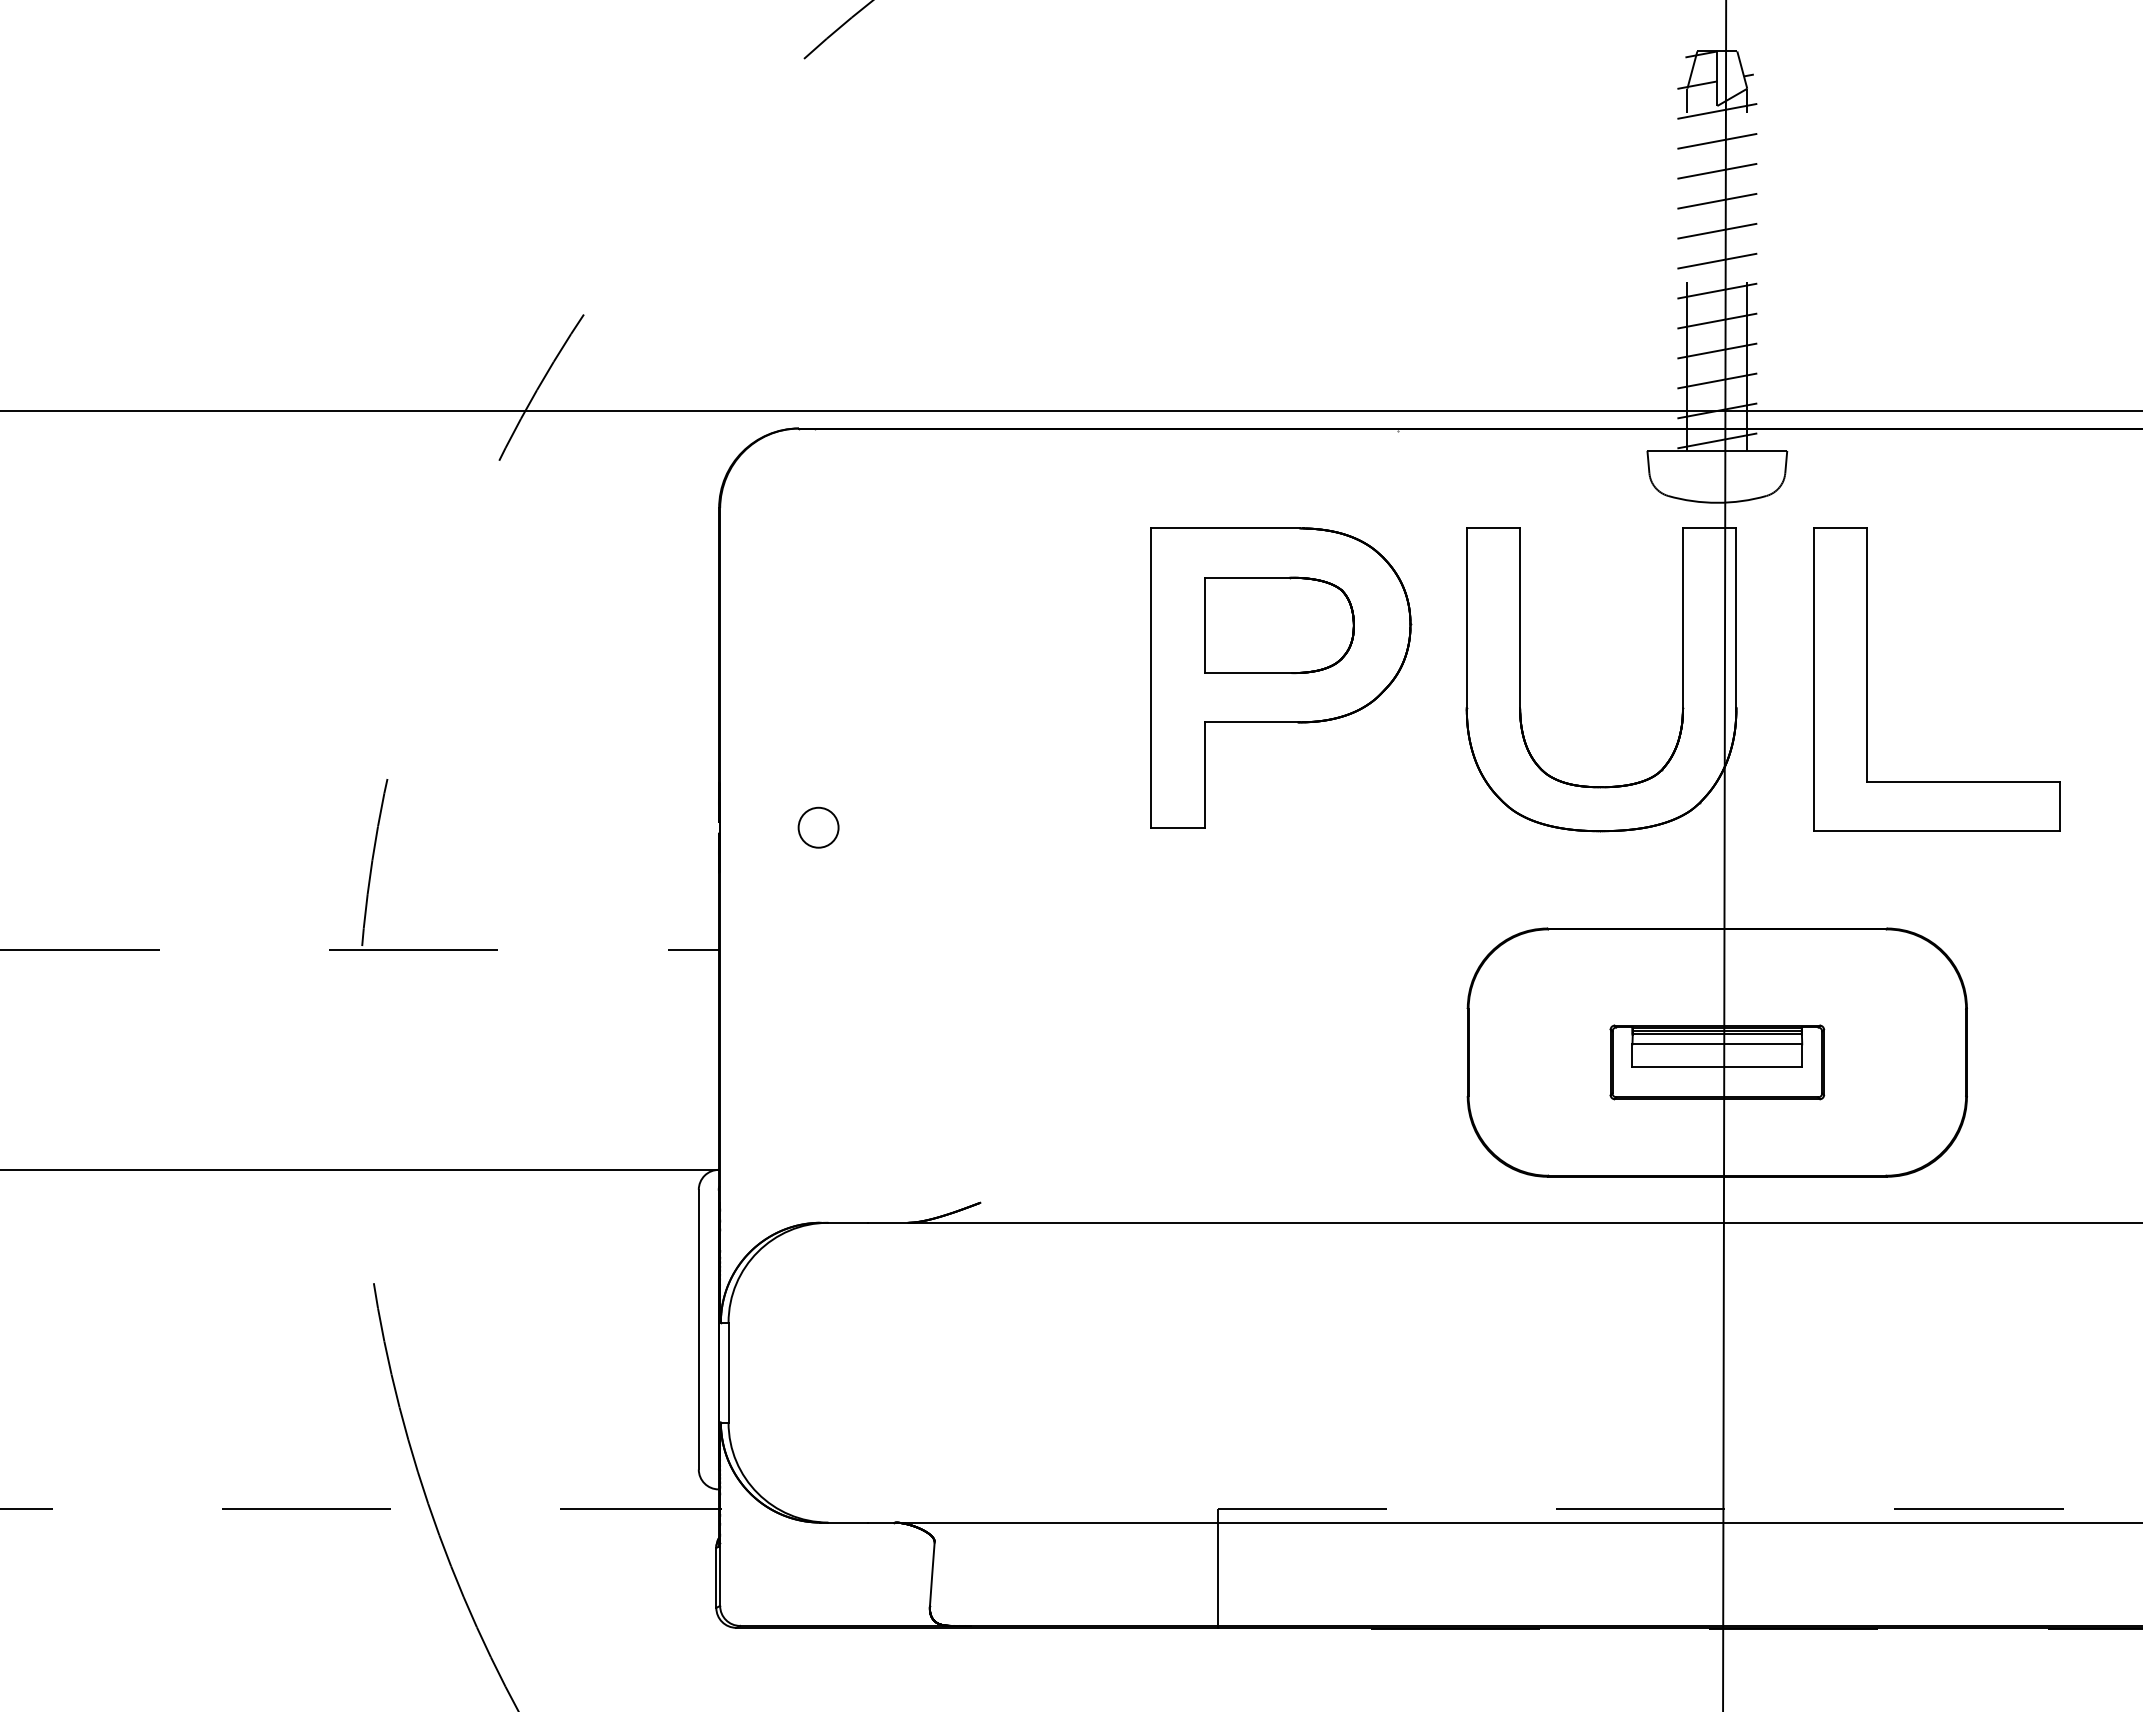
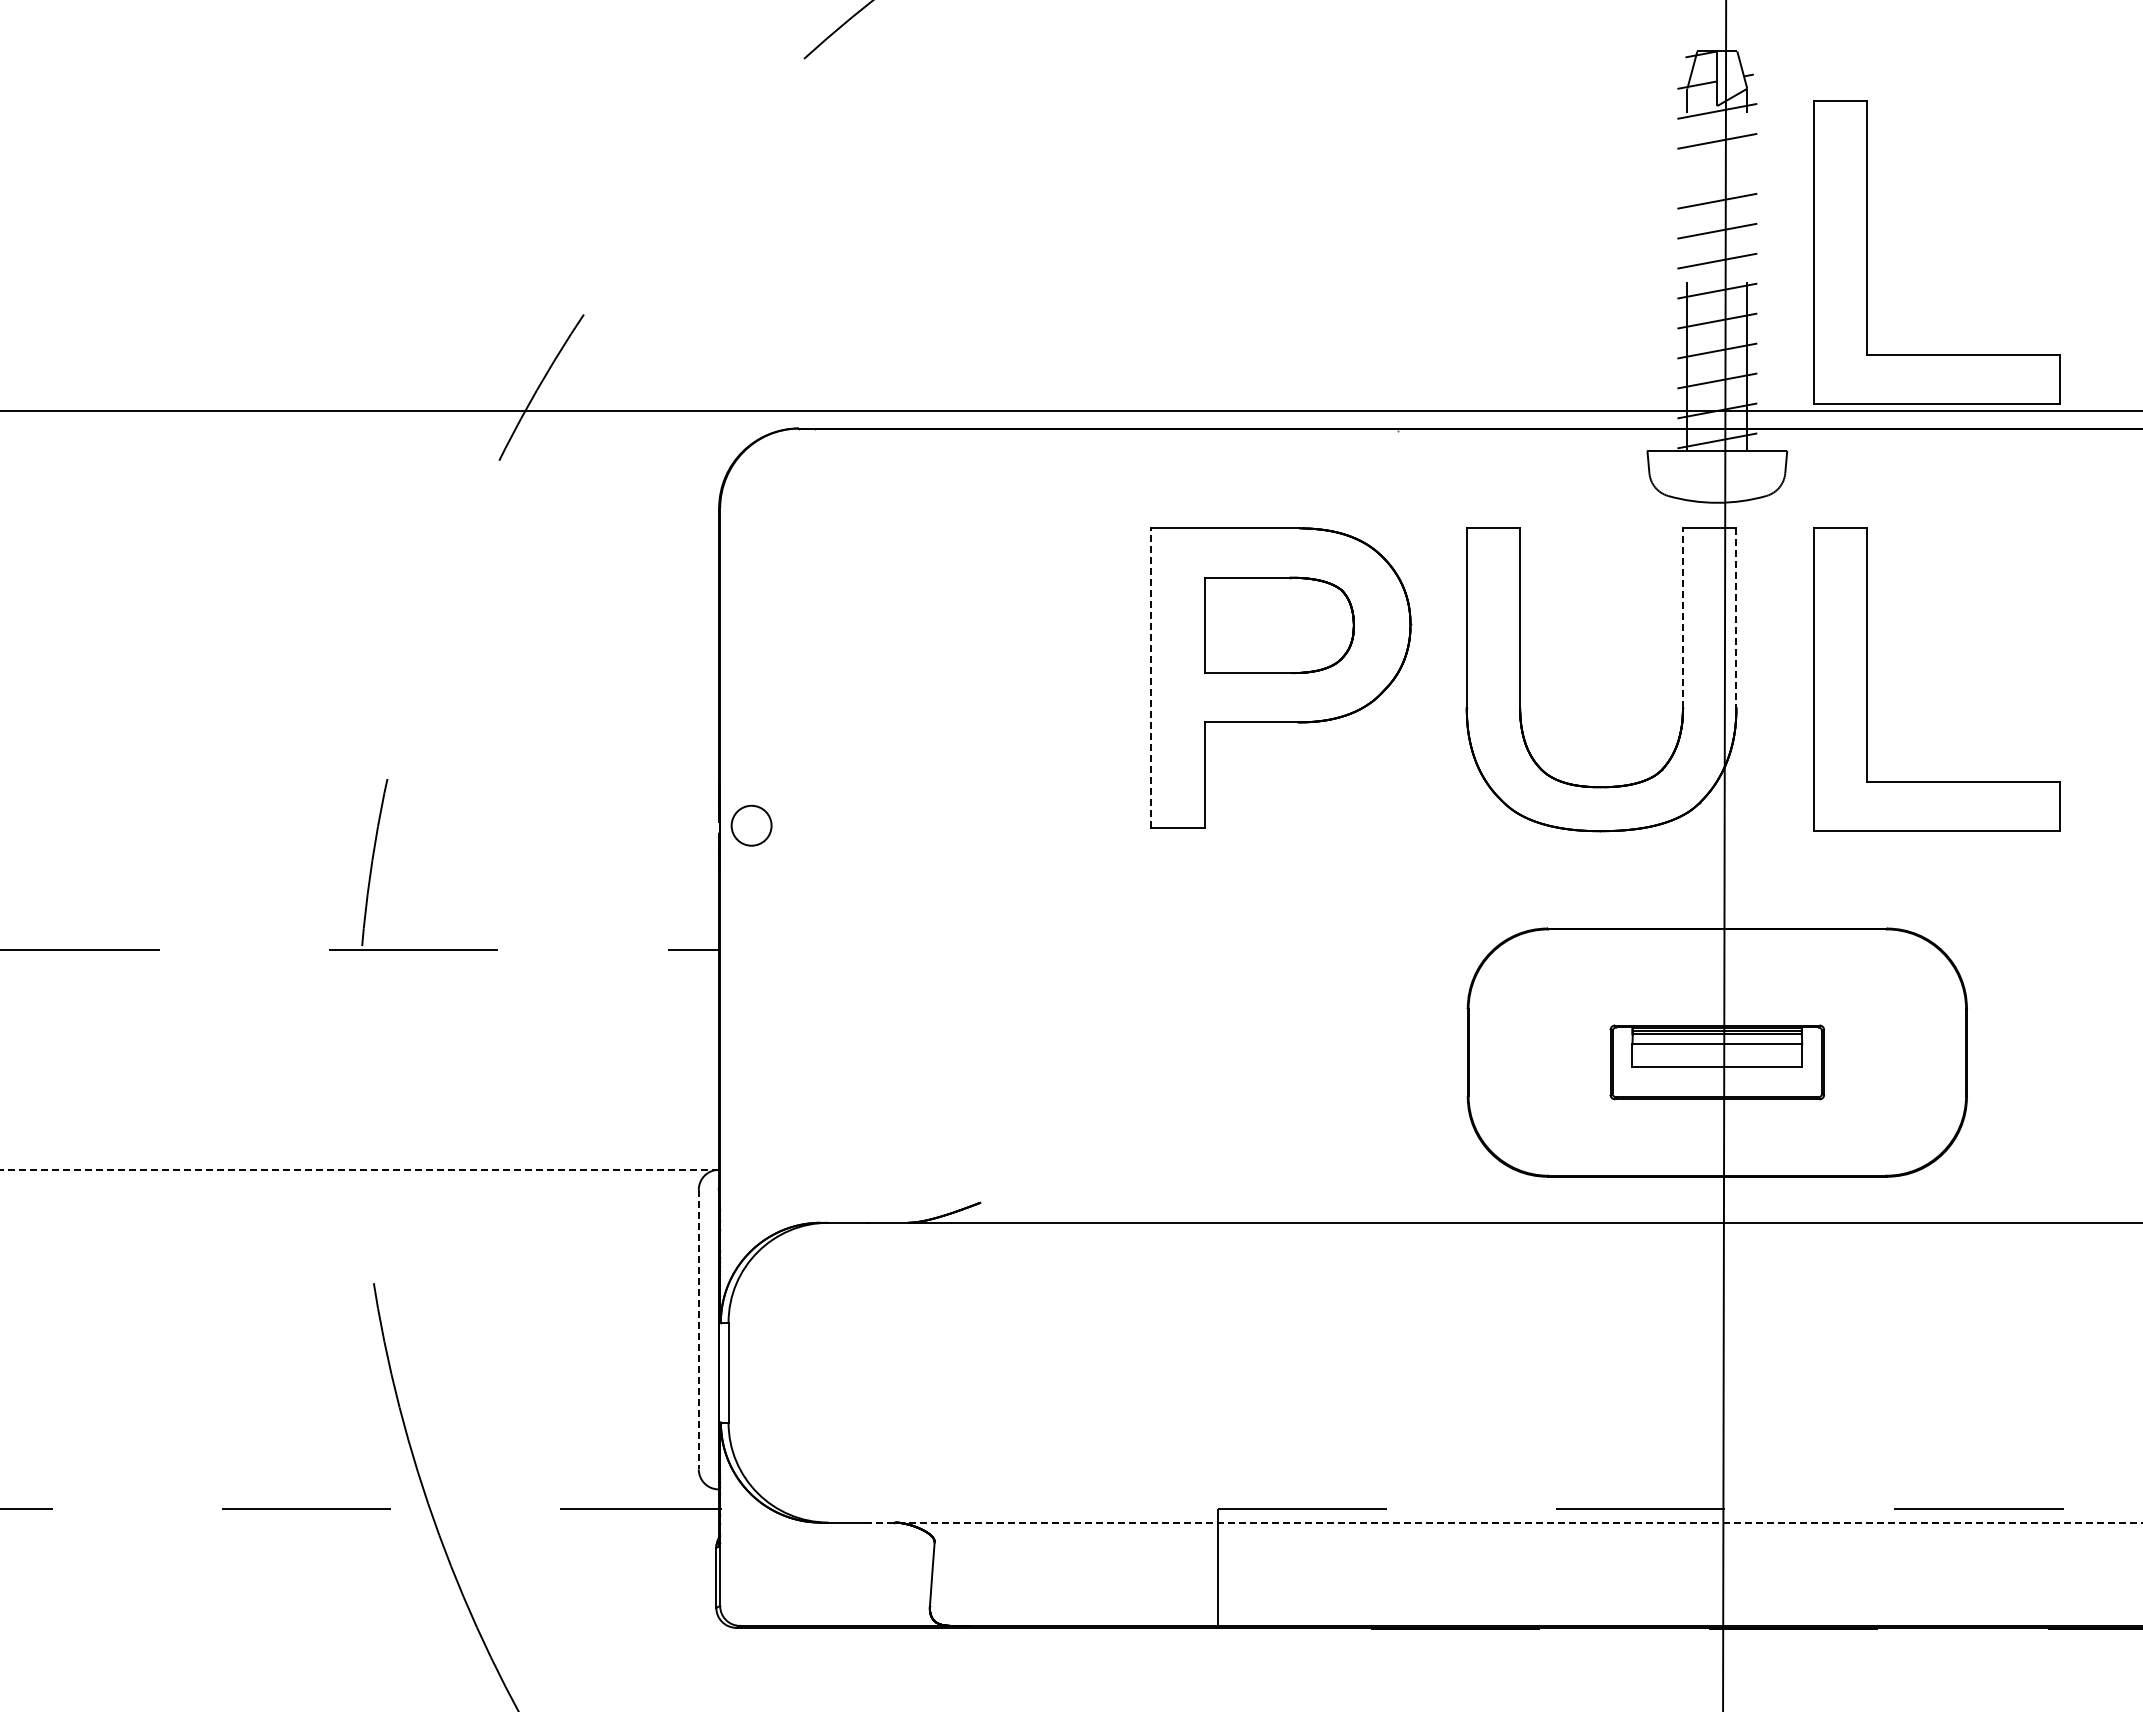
line at (1717, 170): present -> none
part at (1867, 252): none -> present
line at (1683, 618): solid -> dashed
line at (1736, 618): solid -> dashed
line at (1151, 678): solid -> dashed
circle at (818, 827) position: (818, 827) -> (751, 825)
line at (359, 1169): solid -> dashed
line at (698, 1329): solid -> dashed
line at (1505, 1522): solid -> dashed
